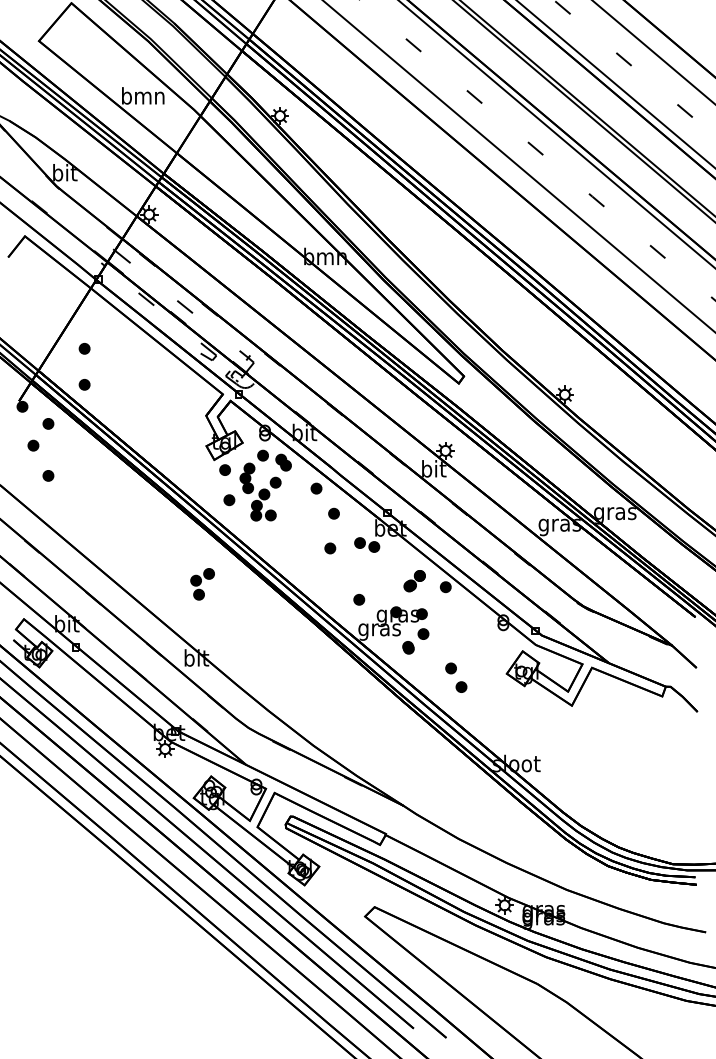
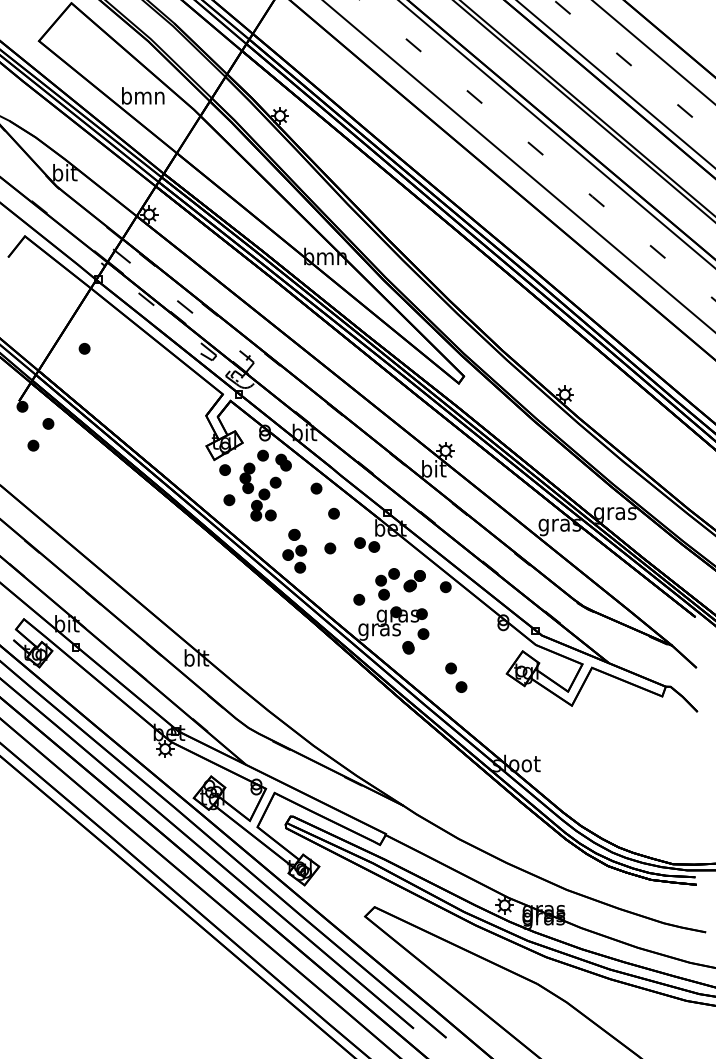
part at (84, 384): present -> none
part at (48, 475): present -> none
part at (294, 550): none -> present
part at (202, 584) position: (202, 584) -> (387, 584)
